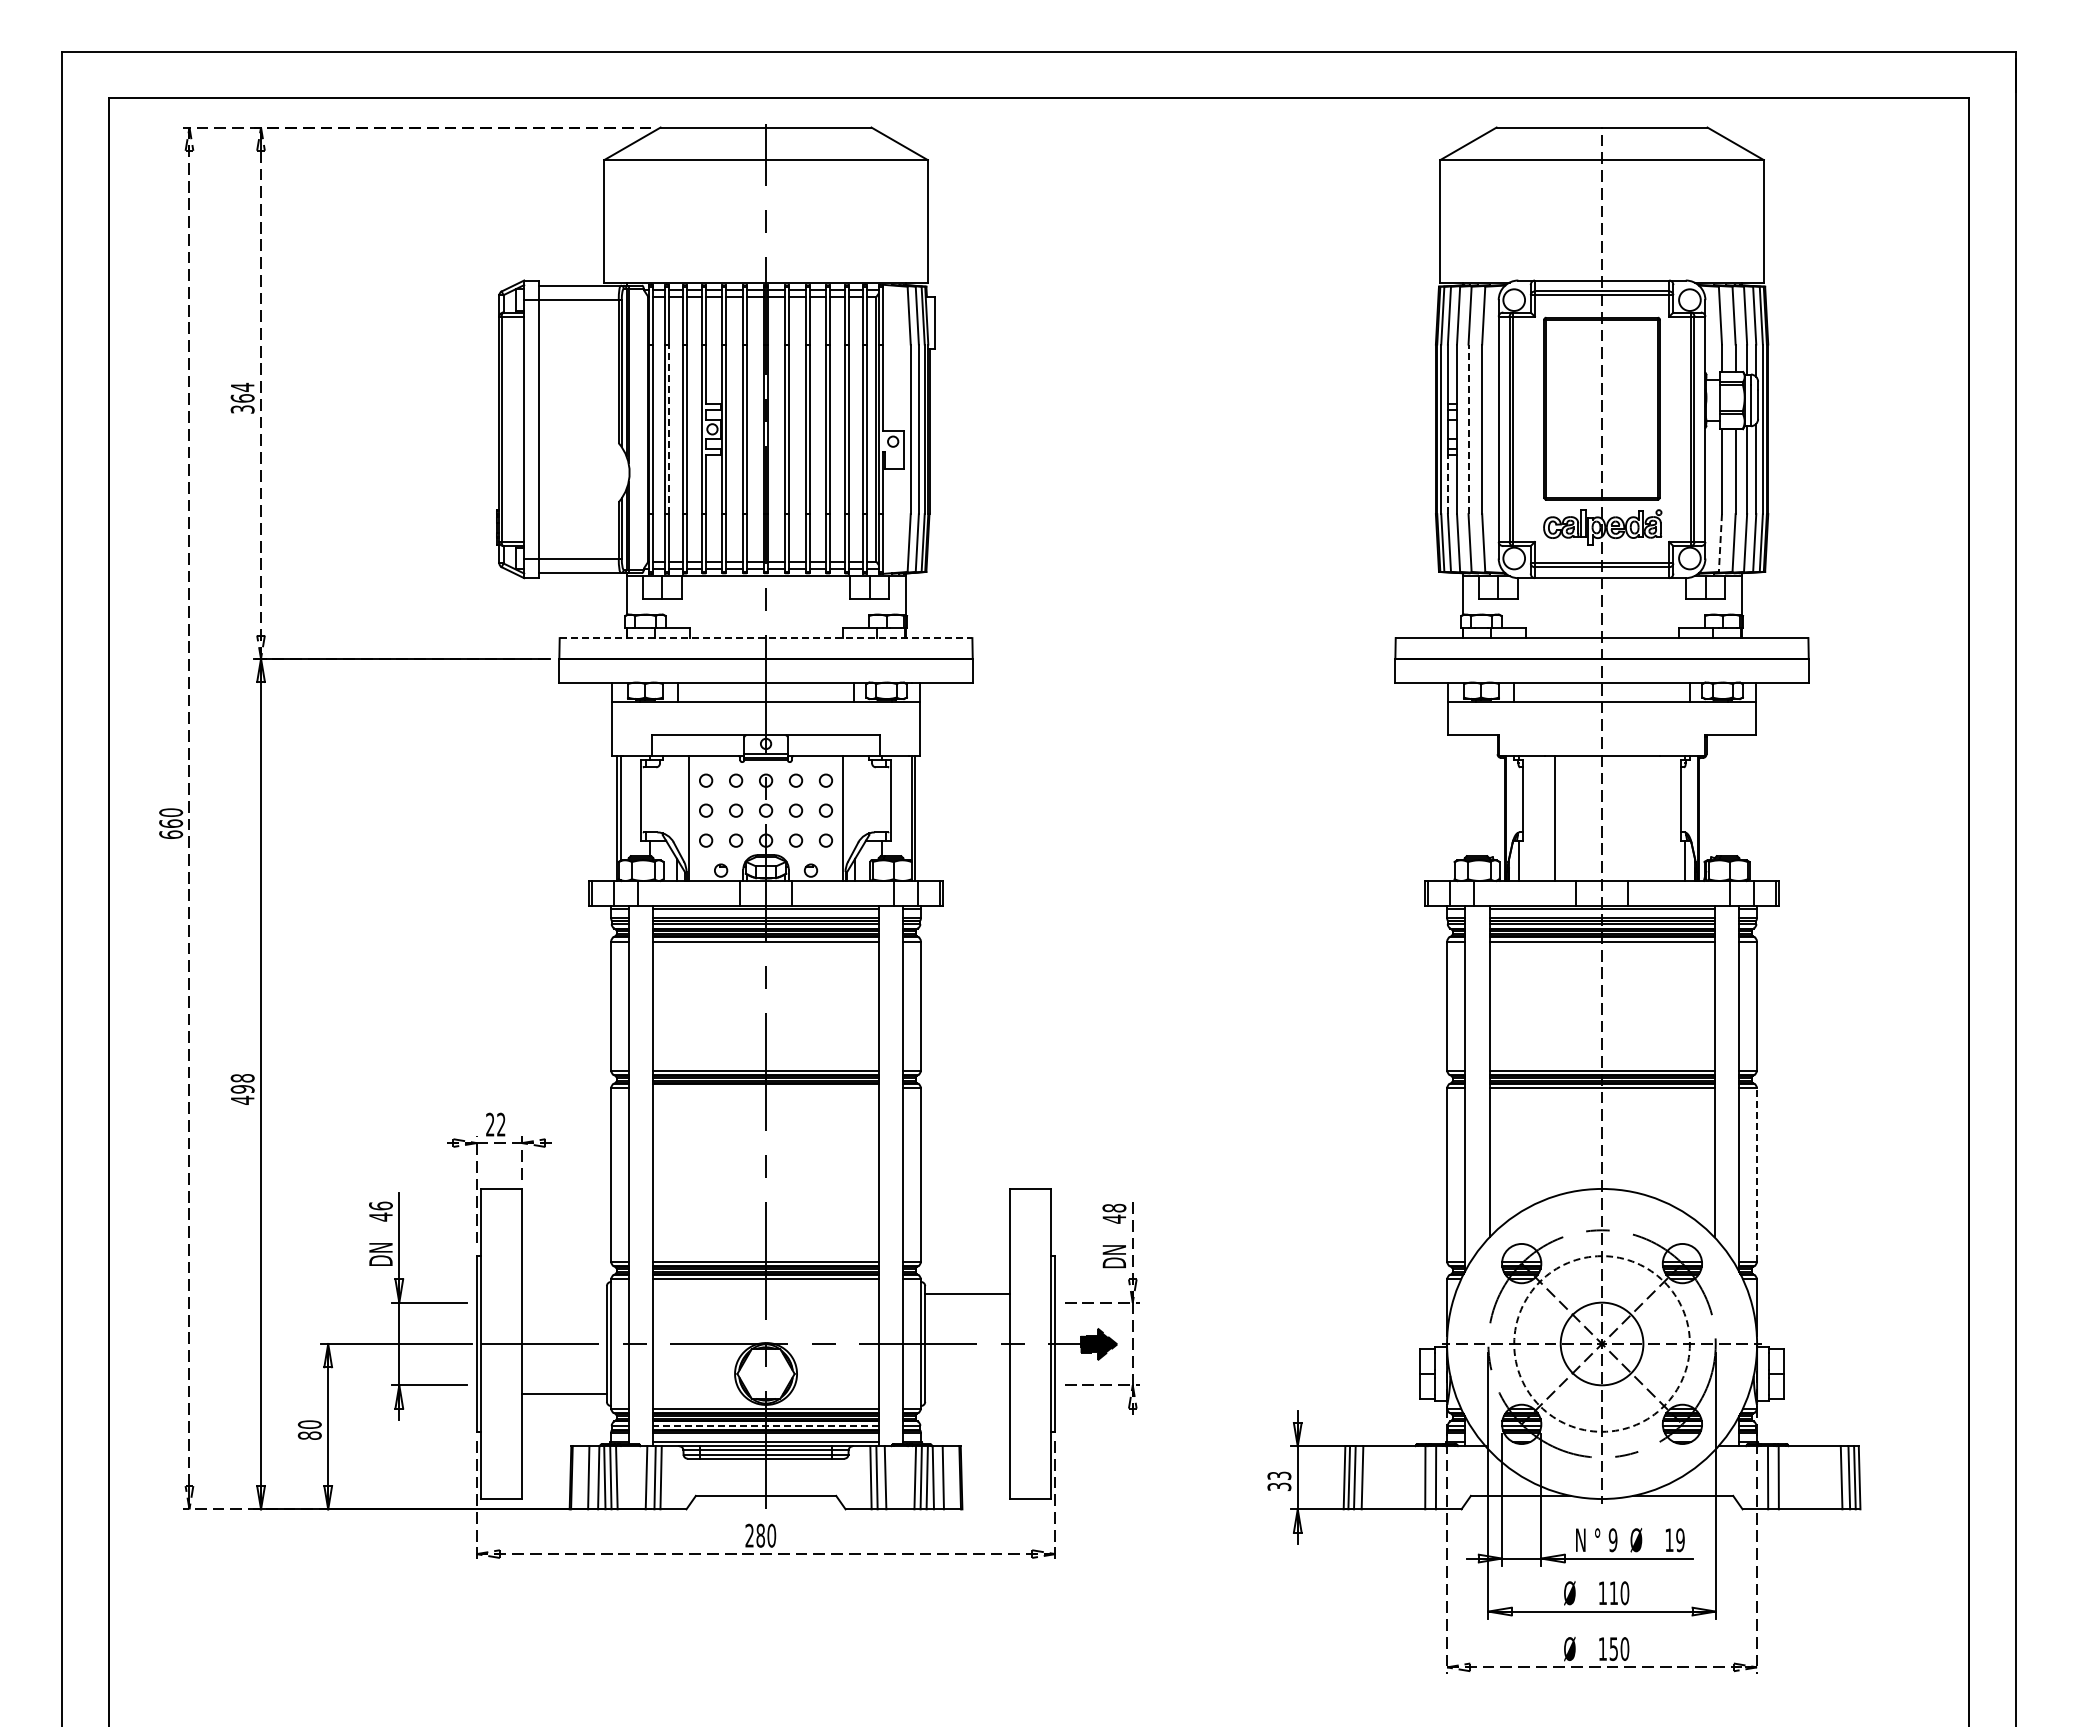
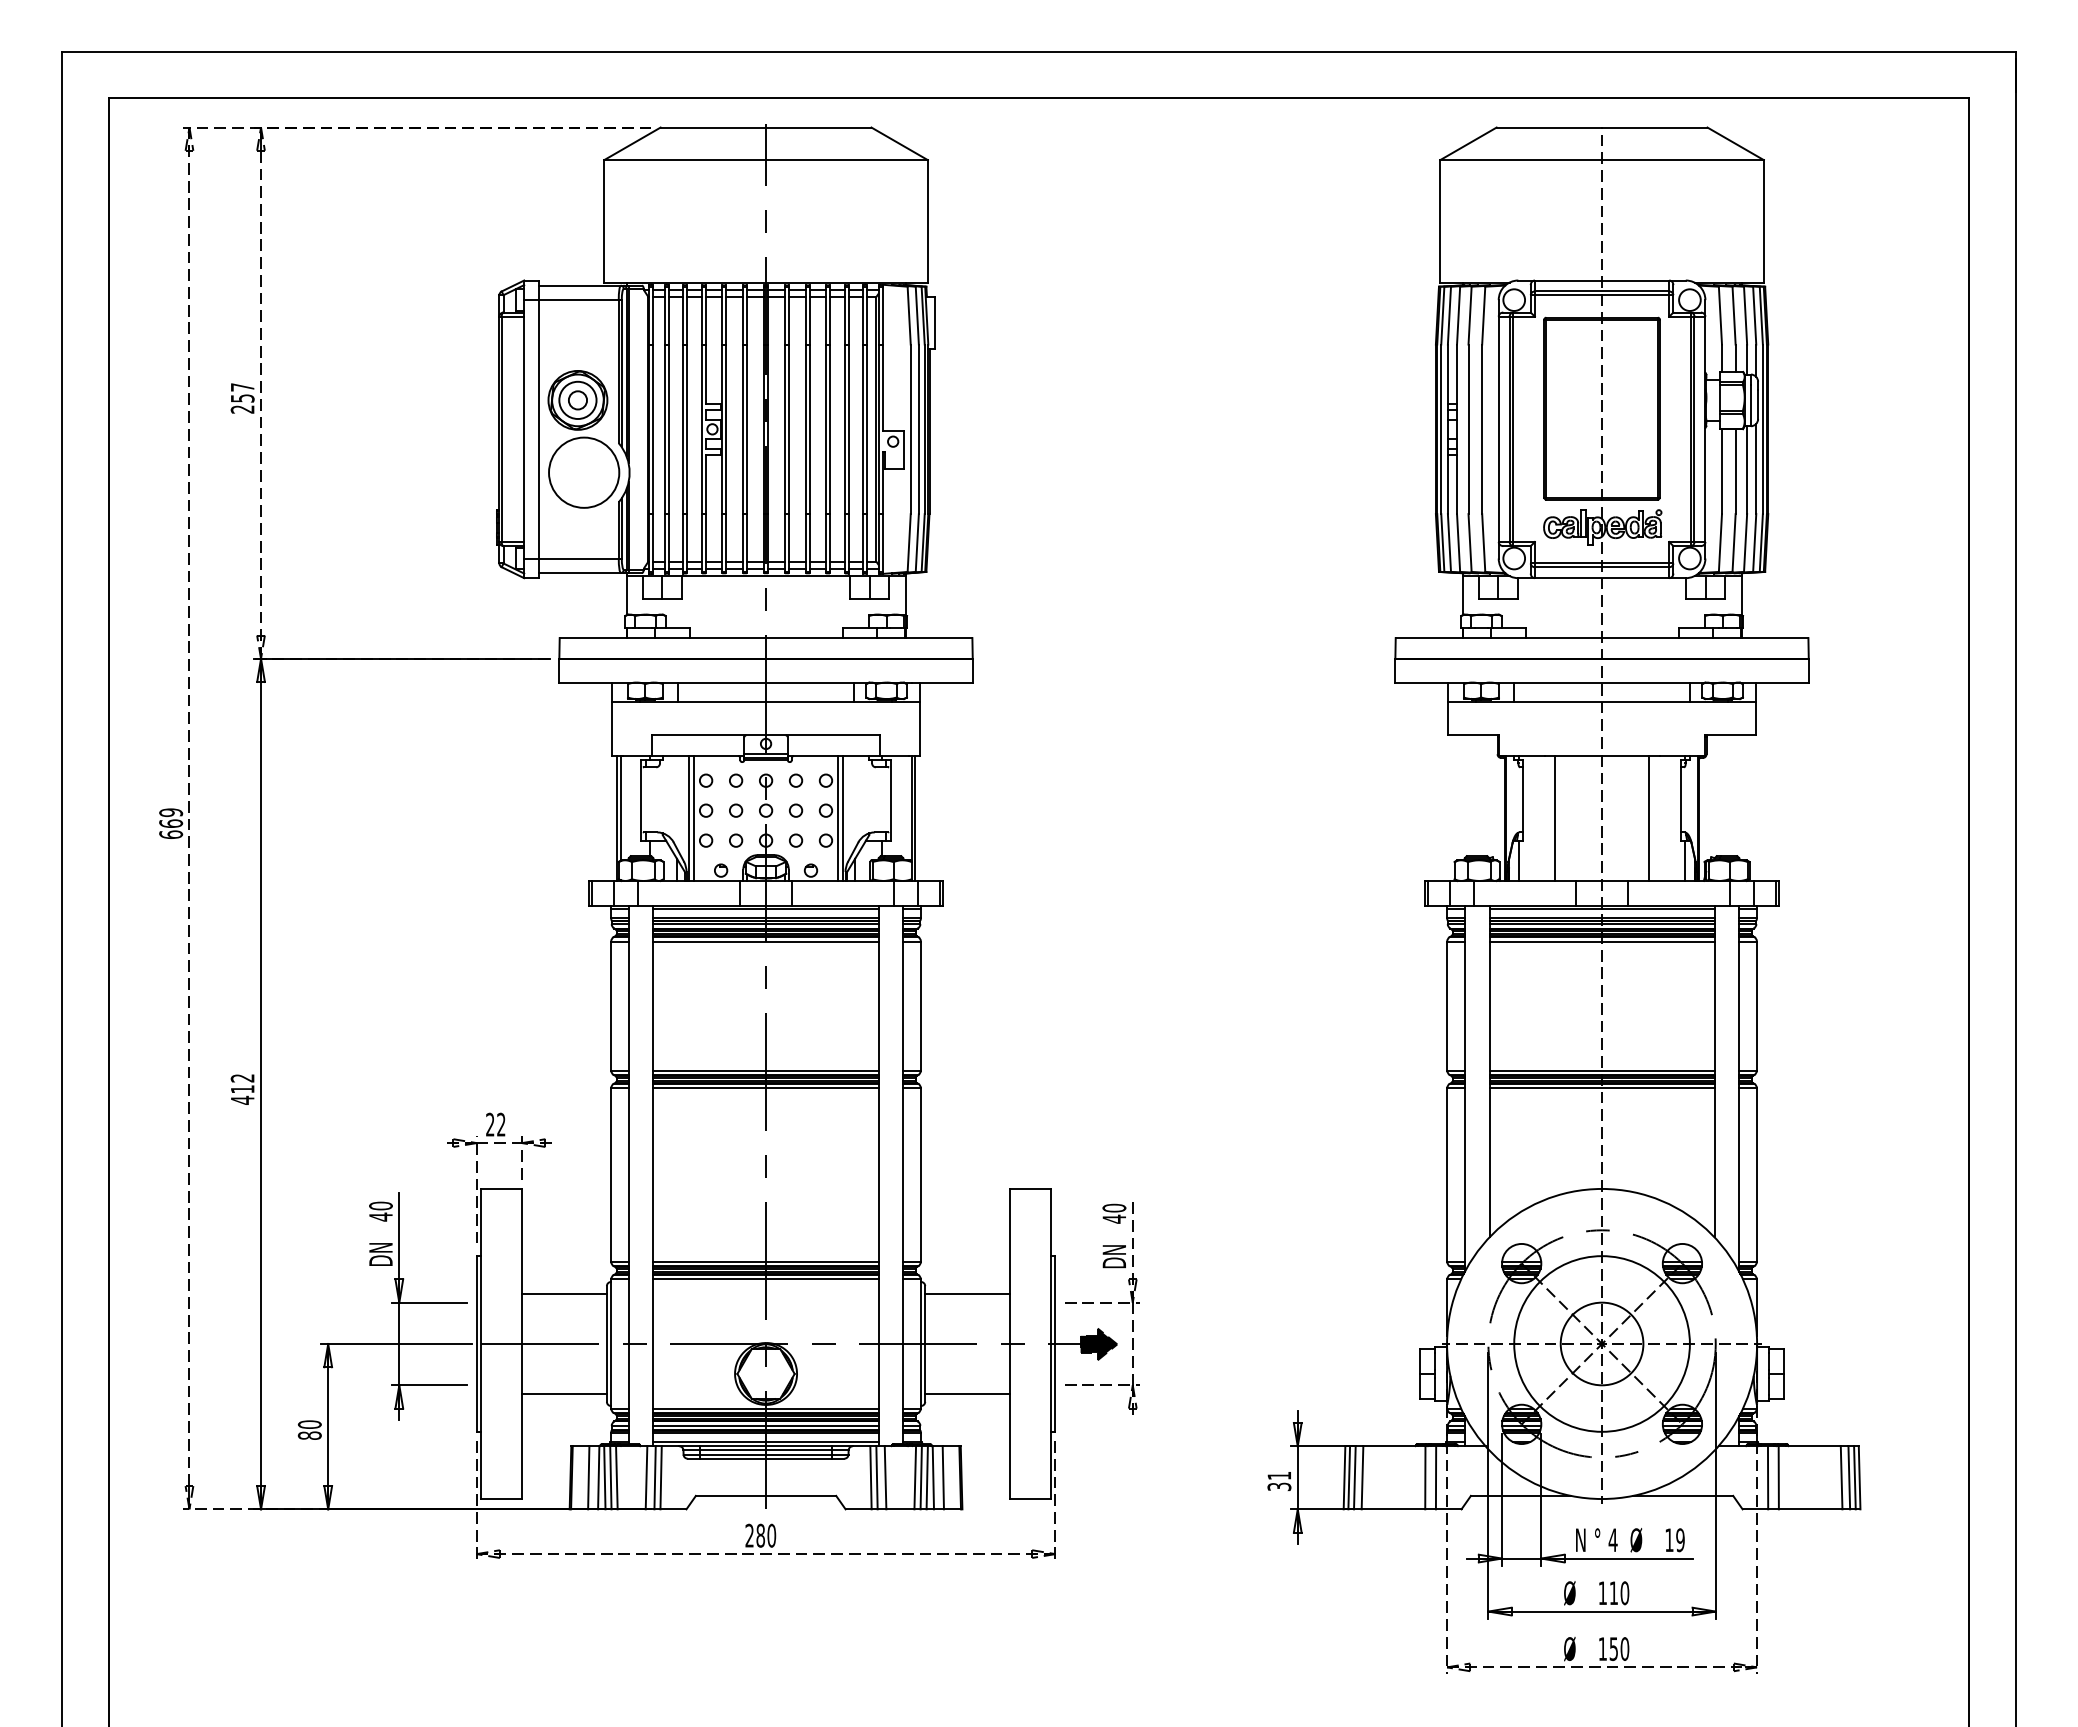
text at (242, 397): 364 -> 257
line at (669, 429): dashed -> solid
line at (1468, 429): dashed -> solid
part at (583, 439): none -> present
line at (1447, 484): dashed -> solid
line at (1720, 543): dashed -> solid
line at (766, 638): dashed -> solid
text at (171, 812): 660 -> 669
line at (693, 817): none -> present
line at (838, 817): none -> present
line at (1649, 817): none -> present
text at (242, 1083): 498 -> 412
line at (765, 1088): none -> present
line at (1756, 1175): dashed -> solid
text at (380, 1205): 46 -> 40
text at (1114, 1207): 48 -> 40
line at (564, 1294): none -> present
circle at (1601, 1343): dashed -> solid
line at (967, 1393): none -> present
line at (766, 1425): dashed -> solid
text at (1279, 1475): 33 -> 31
text at (1612, 1540): 9 -> 4
